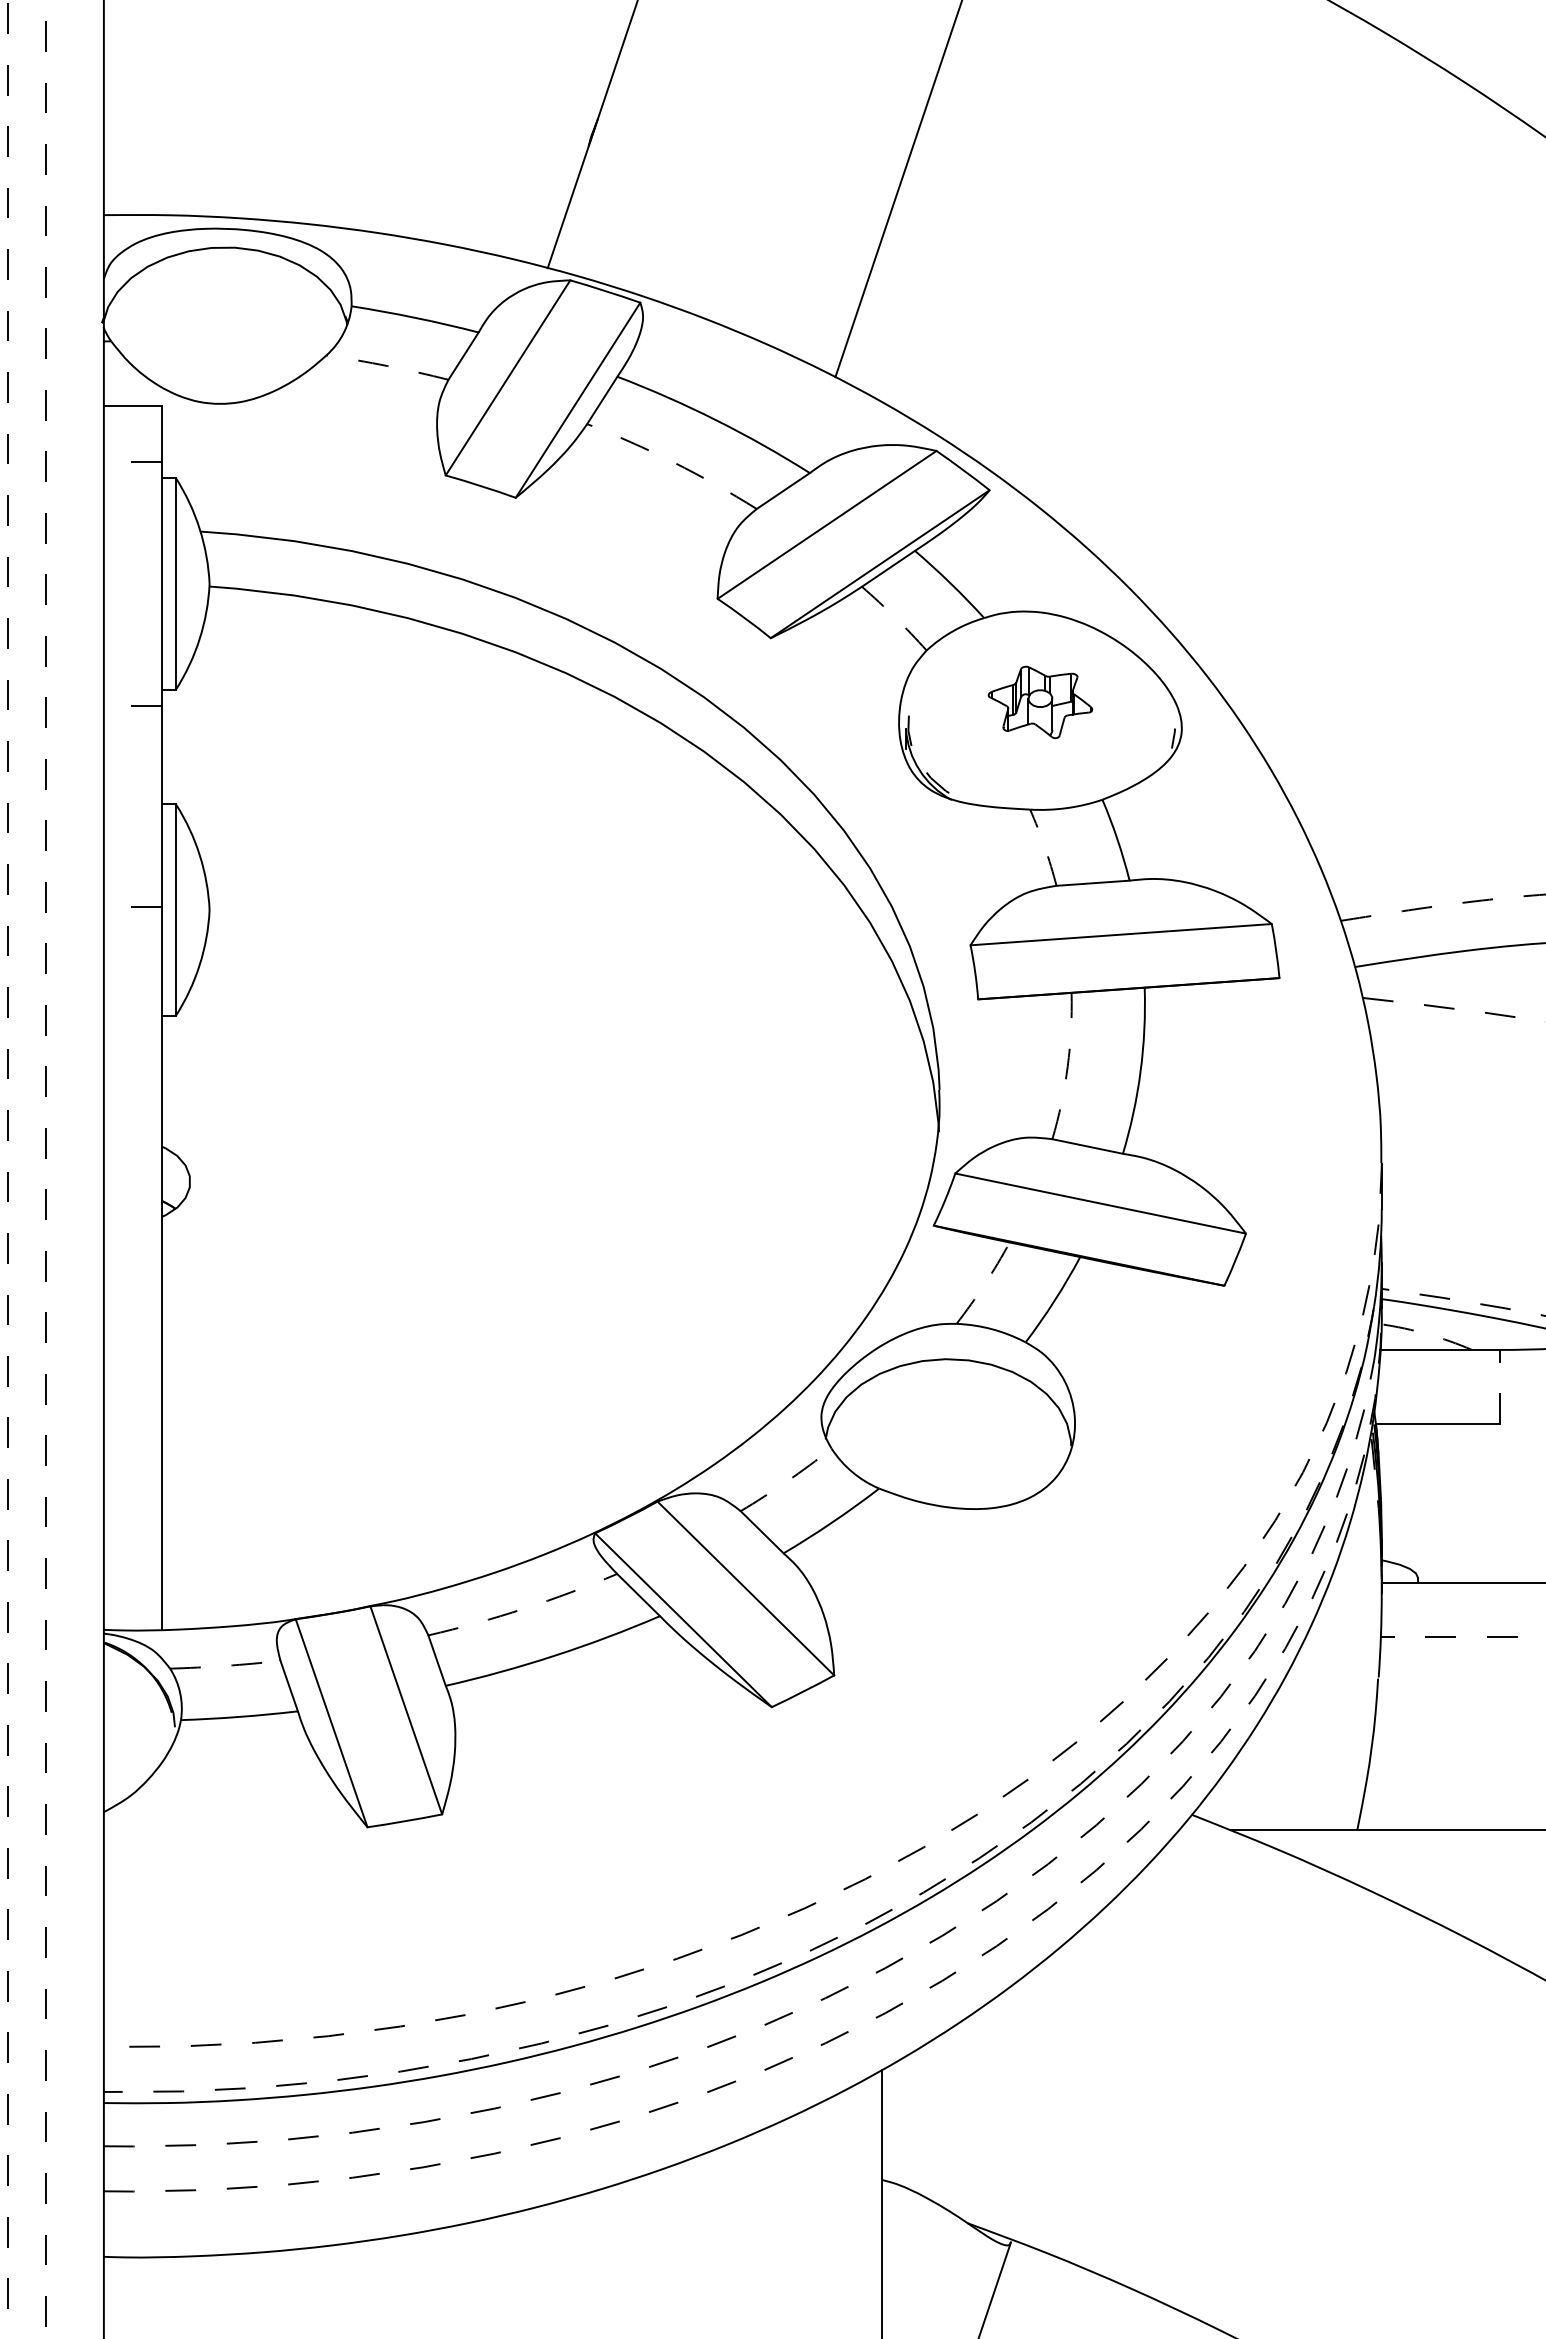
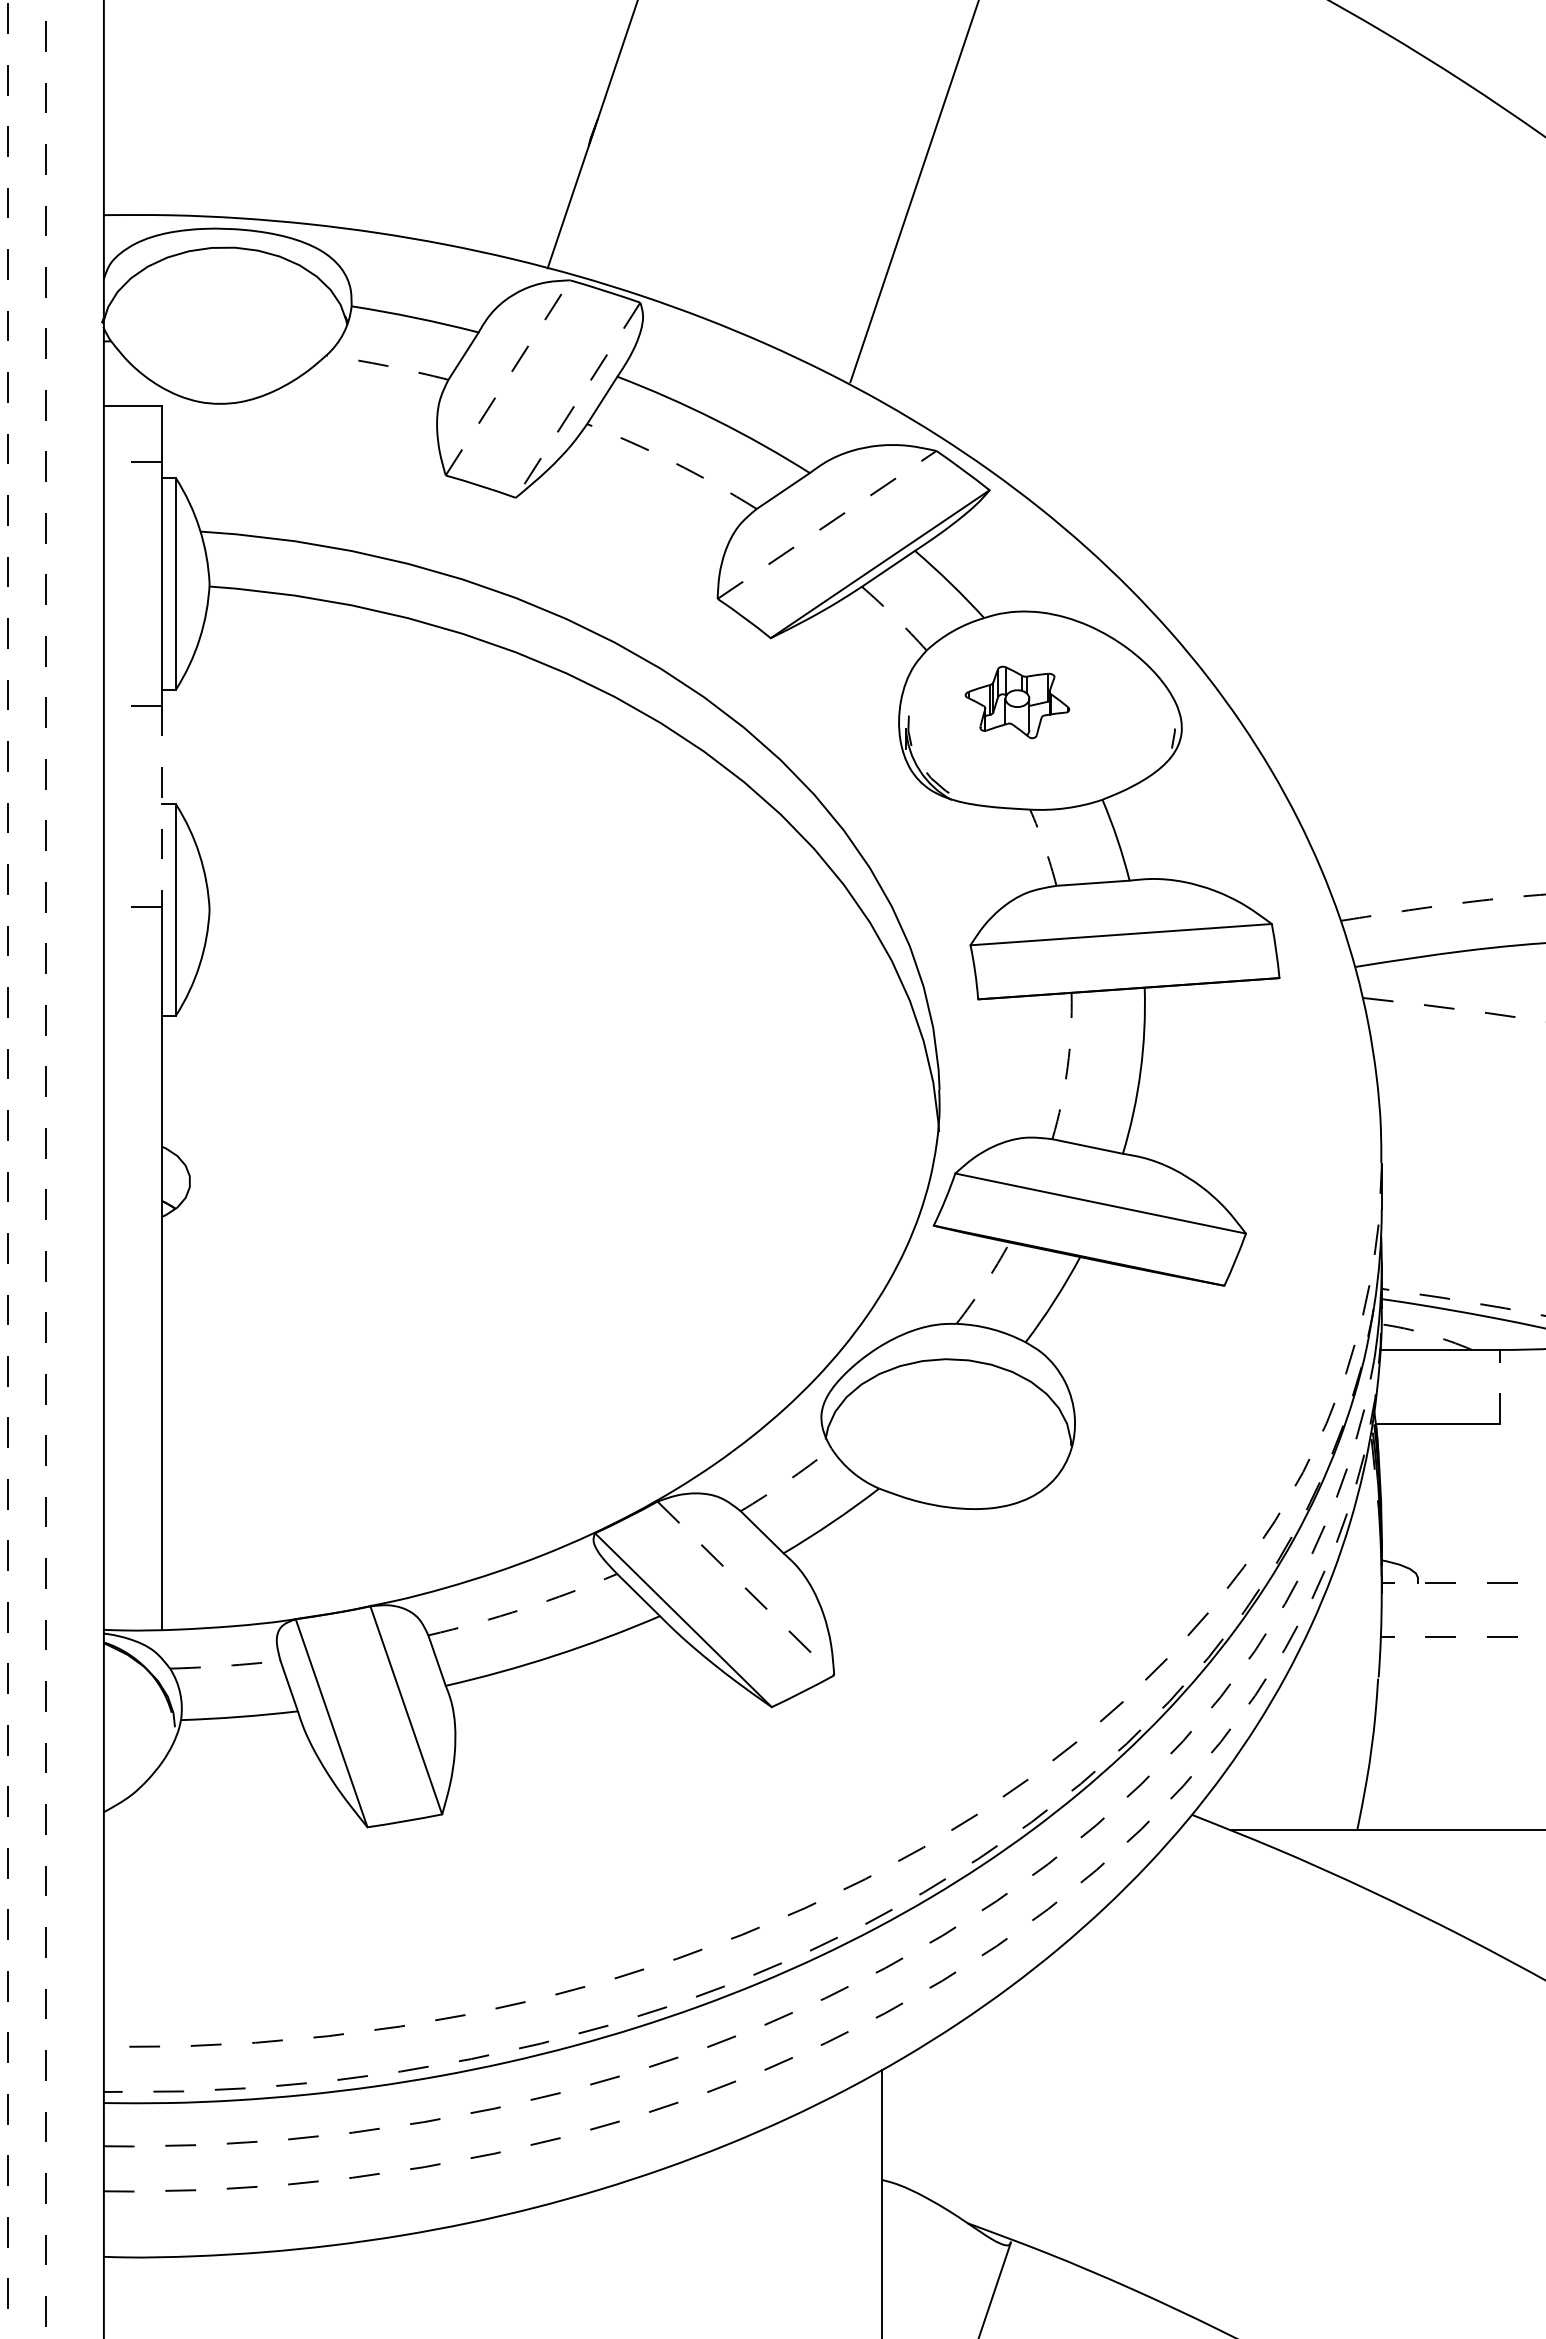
line at (898, 189) position: (898, 189) -> (914, 192)
line at (508, 377): solid -> dashed
line at (578, 400): solid -> dashed
line at (827, 524): solid -> dashed
part at (1040, 702) position: (1040, 702) -> (1017, 702)
line at (161, 806): solid -> dashed
line at (1463, 1583): solid -> dashed
line at (745, 1588): solid -> dashed
